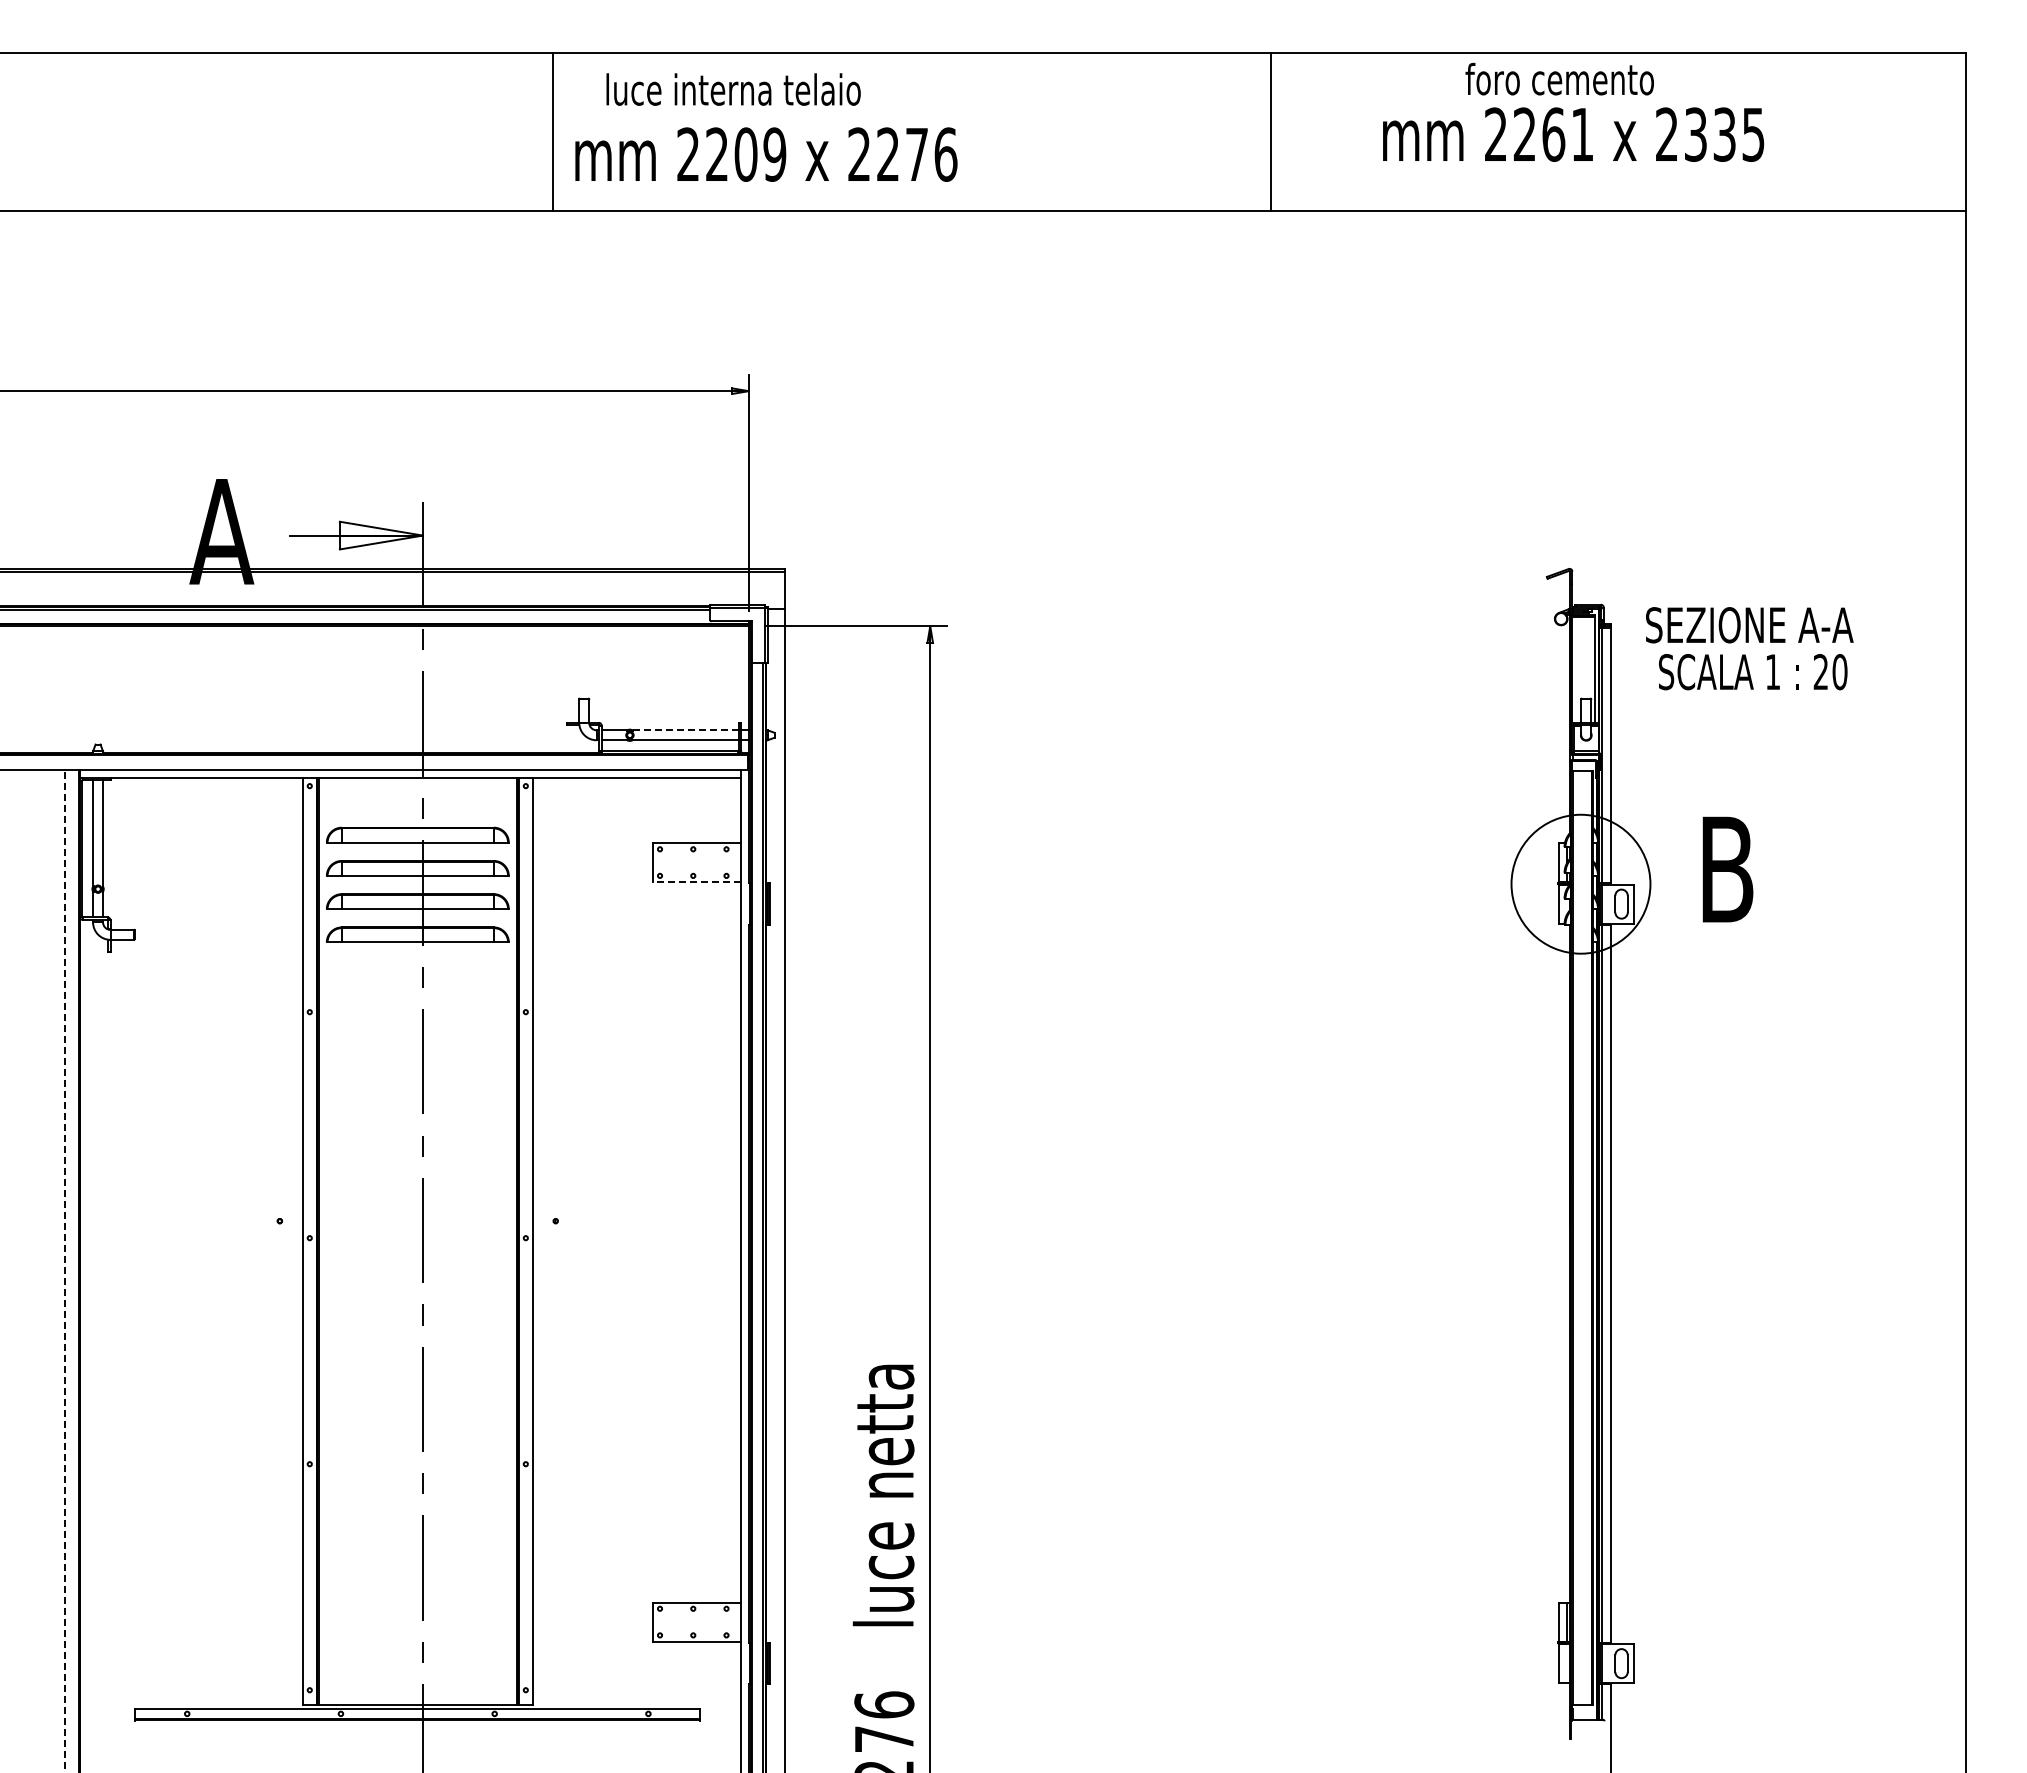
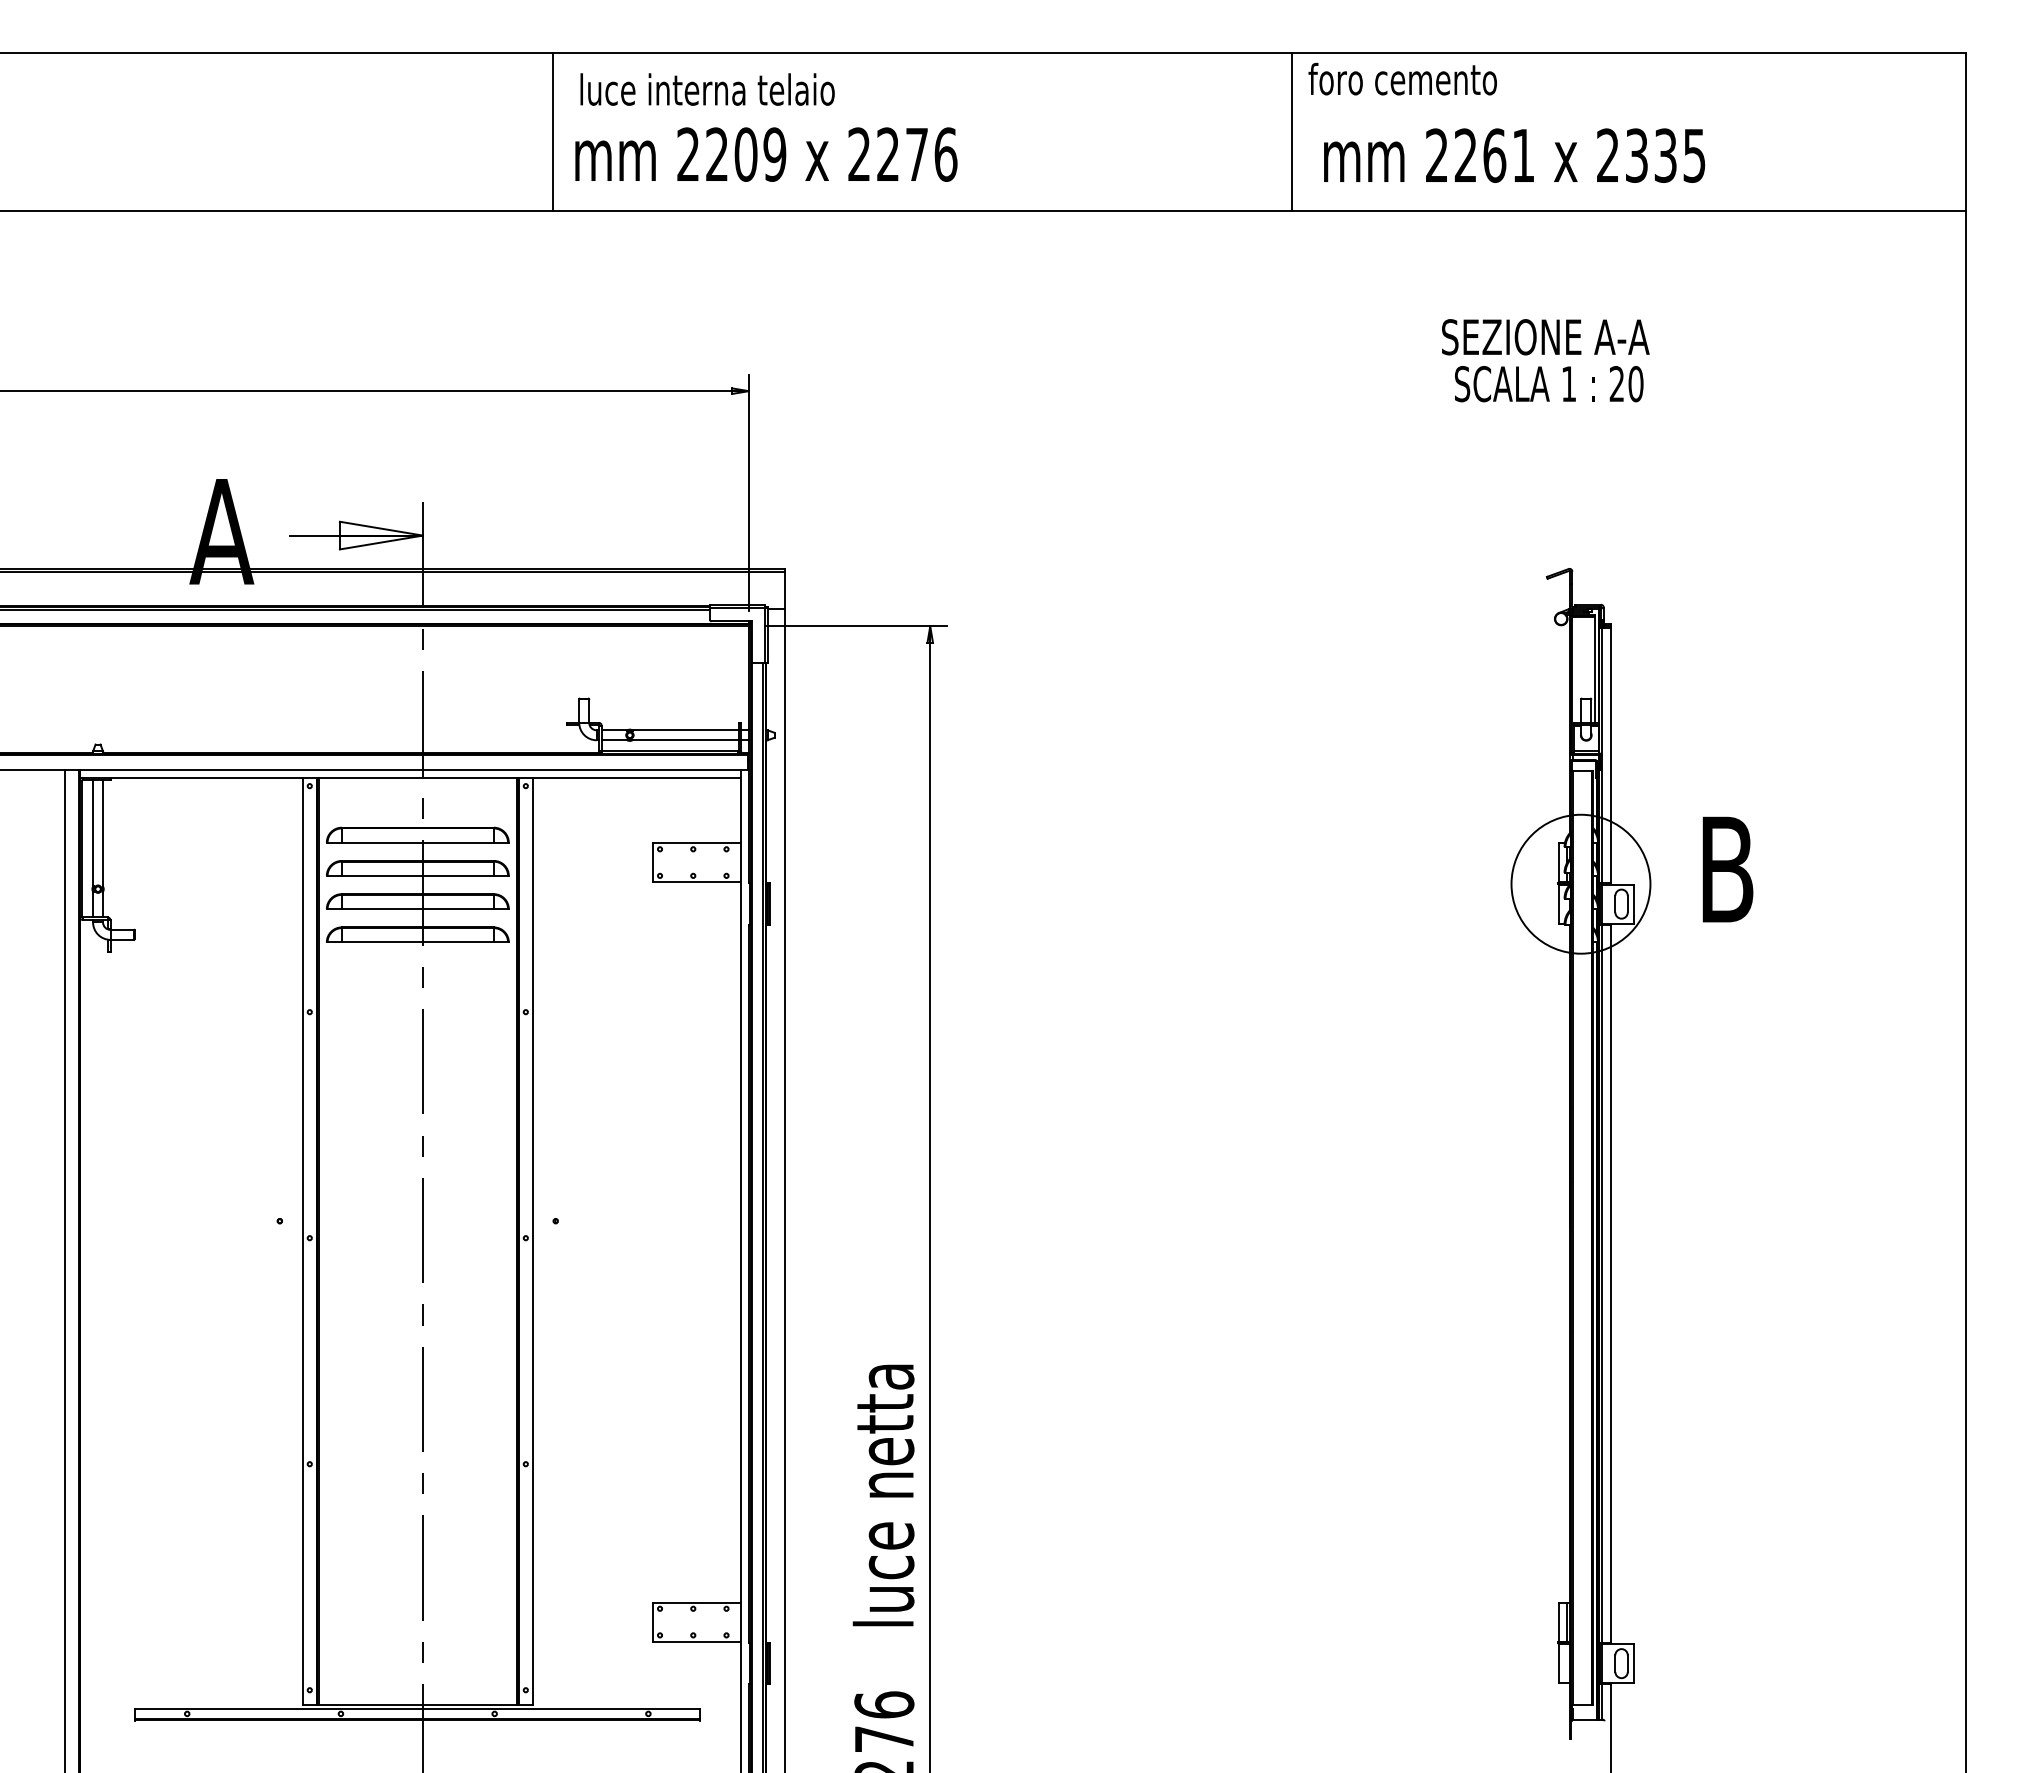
text at (1559, 78) position: (1559, 78) -> (1402, 78)
text at (733, 89) position: (733, 89) -> (707, 89)
line at (1270, 131) position: (1270, 131) -> (1291, 131)
text at (1573, 134) position: (1573, 134) -> (1514, 155)
text at (1749, 648) position: (1749, 648) -> (1545, 360)
line at (685, 730): dashed -> solid
line at (696, 882): dashed -> solid
line at (64, 1270): dashed -> solid
